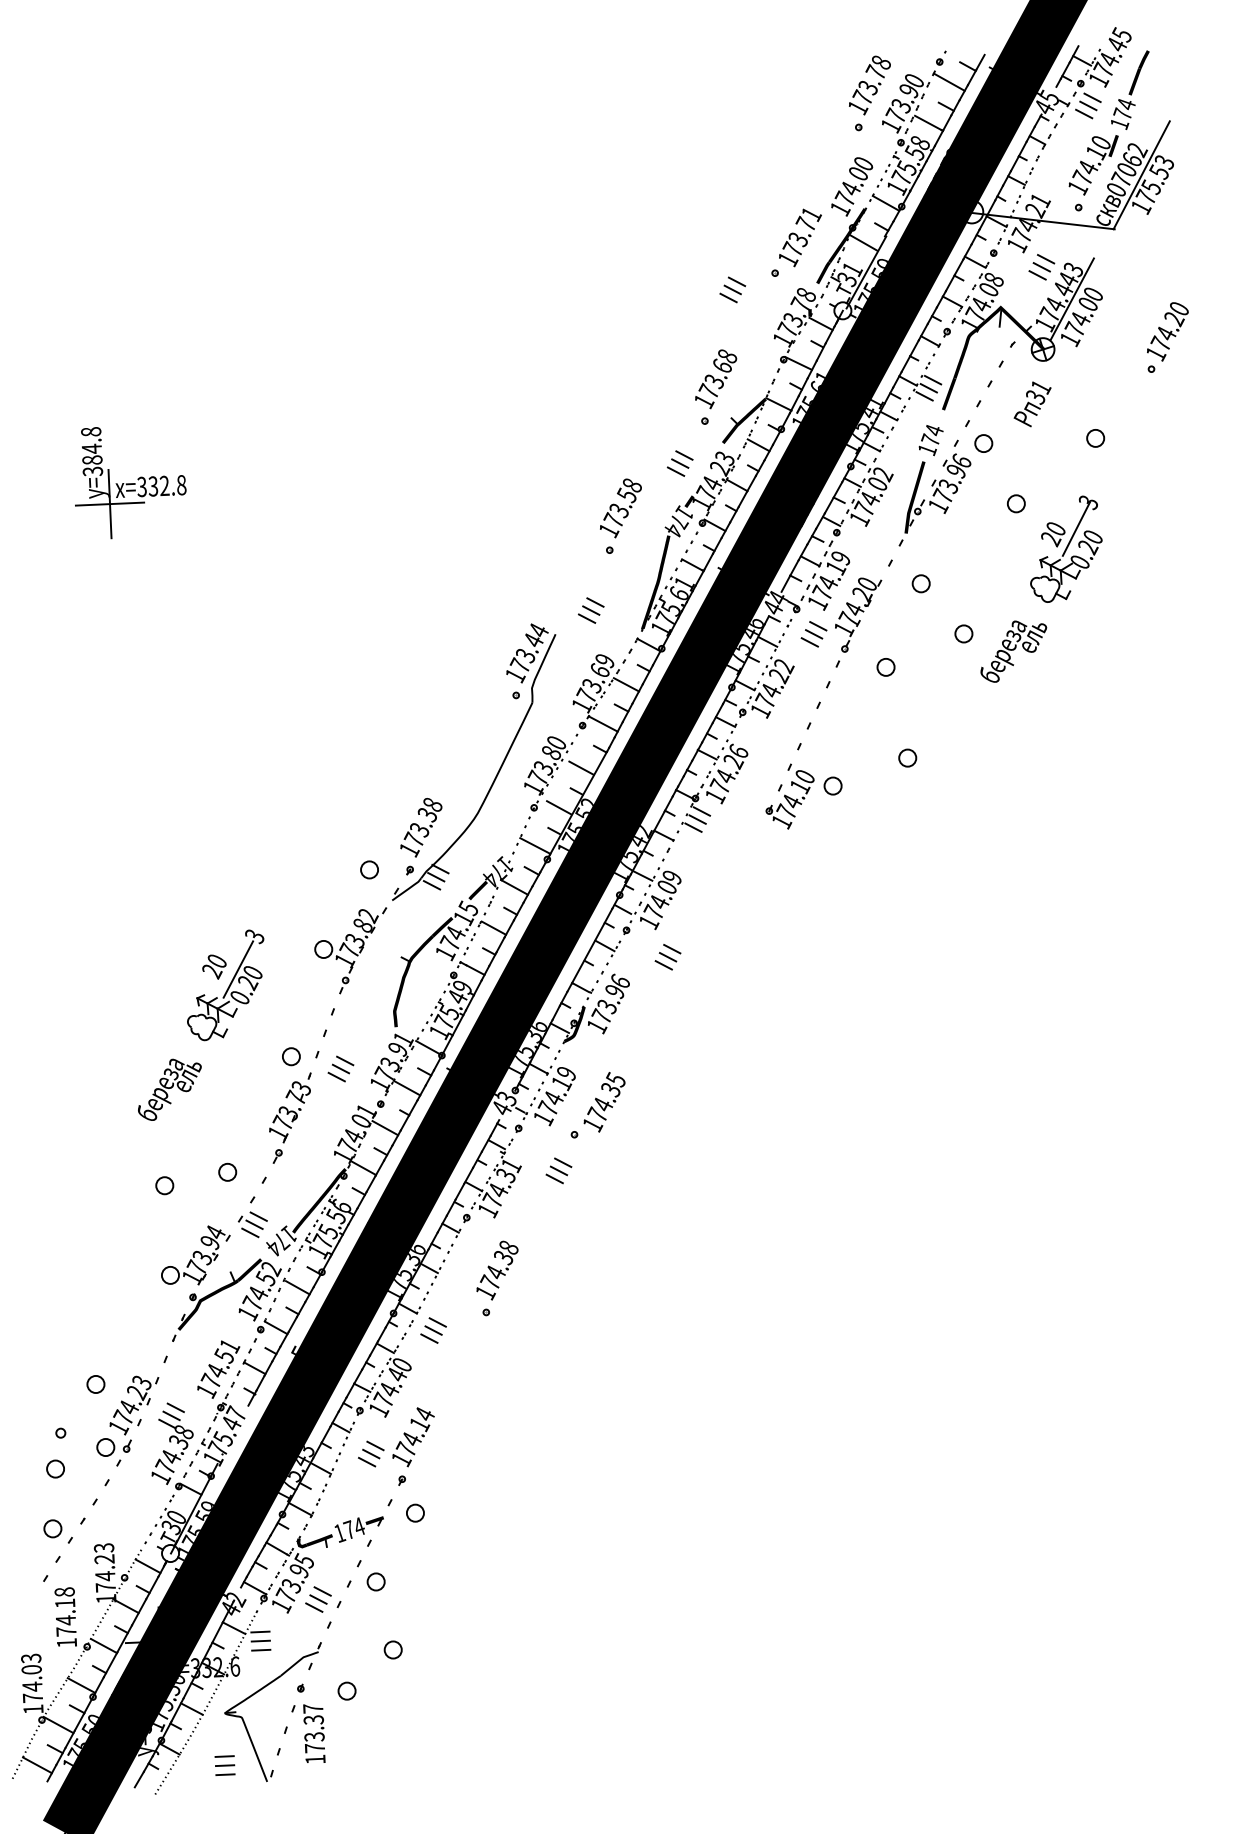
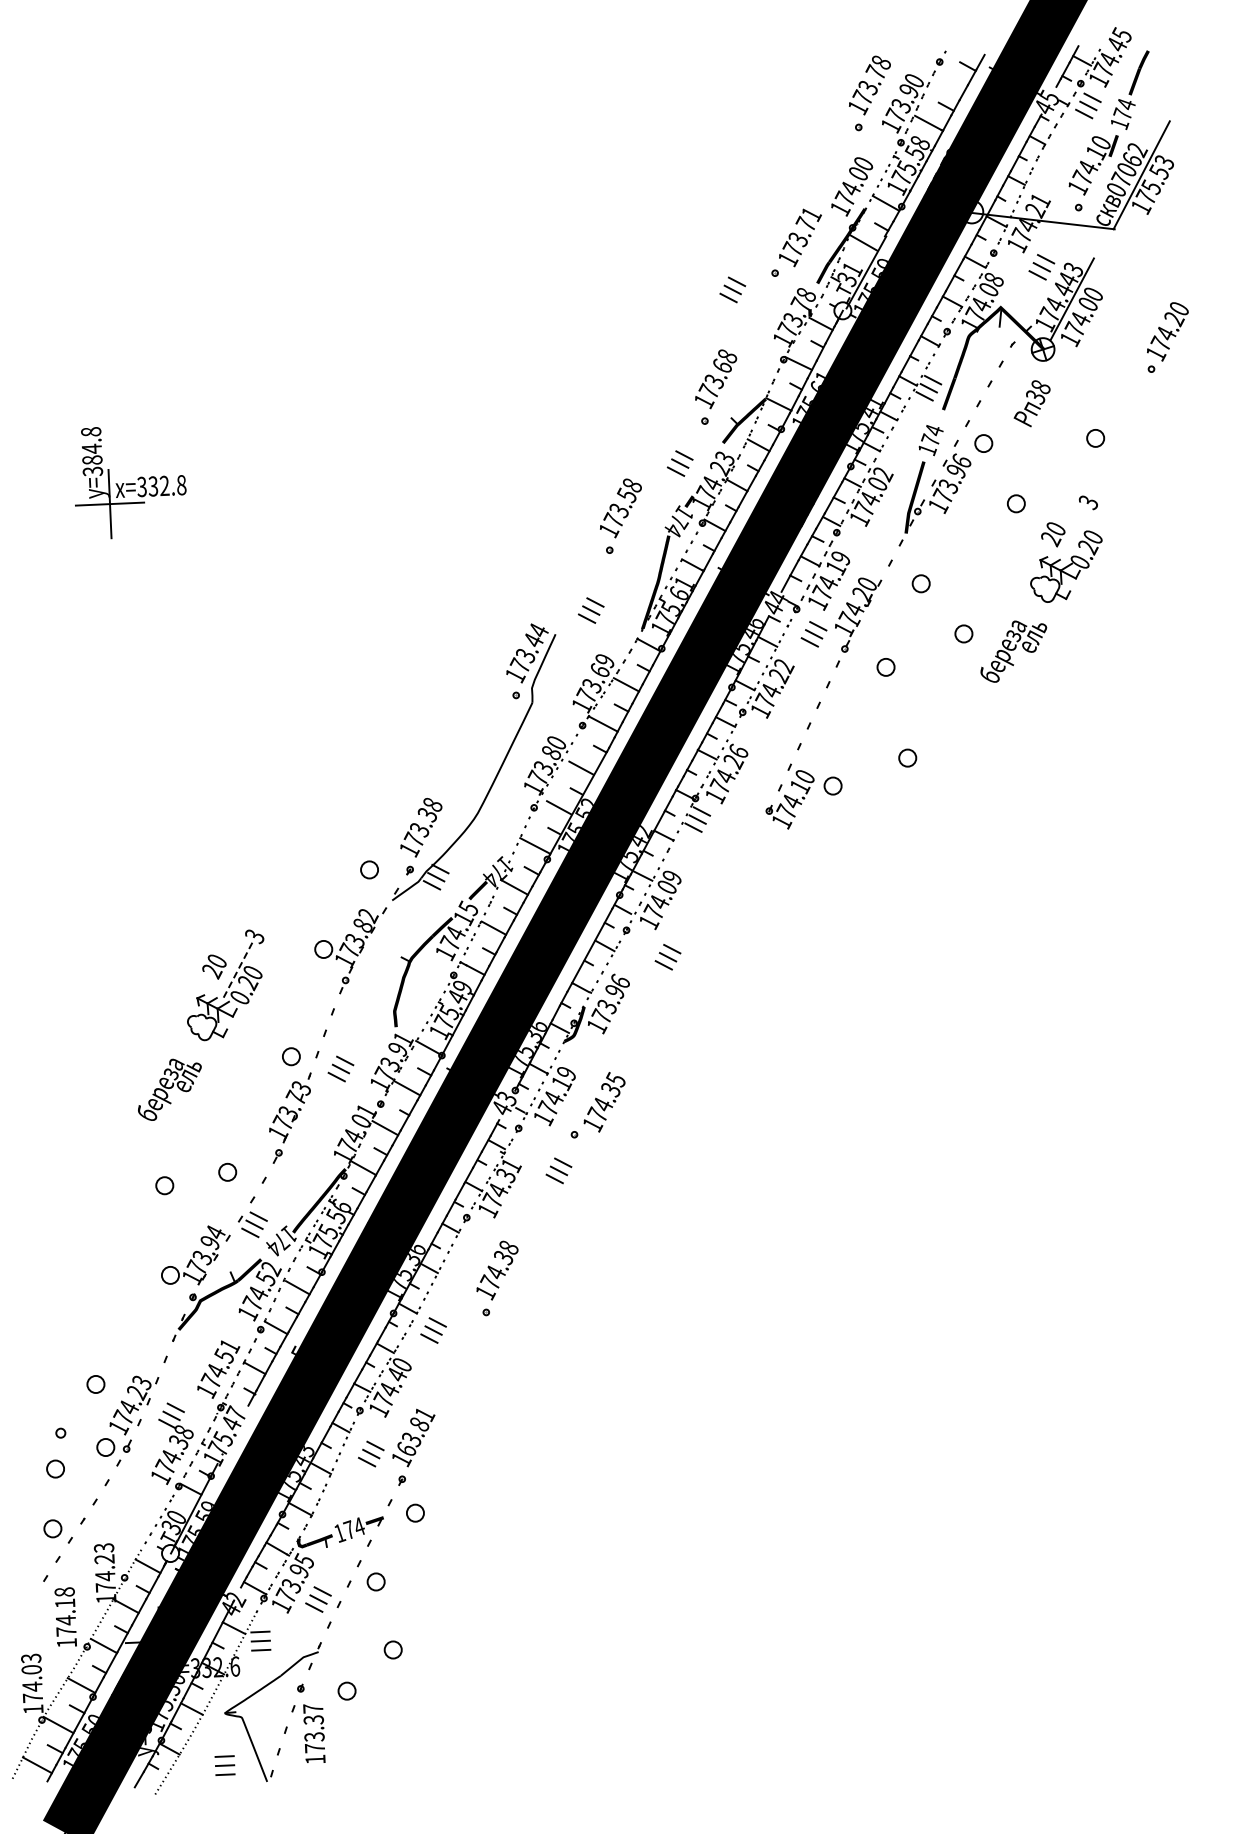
line at (948, 81): present -> none
text at (1041, 387): 31 -> 38
line at (1076, 528): present -> none
line at (238, 969): solid -> dashed
text at (415, 1431): 174.14 -> 163.81
